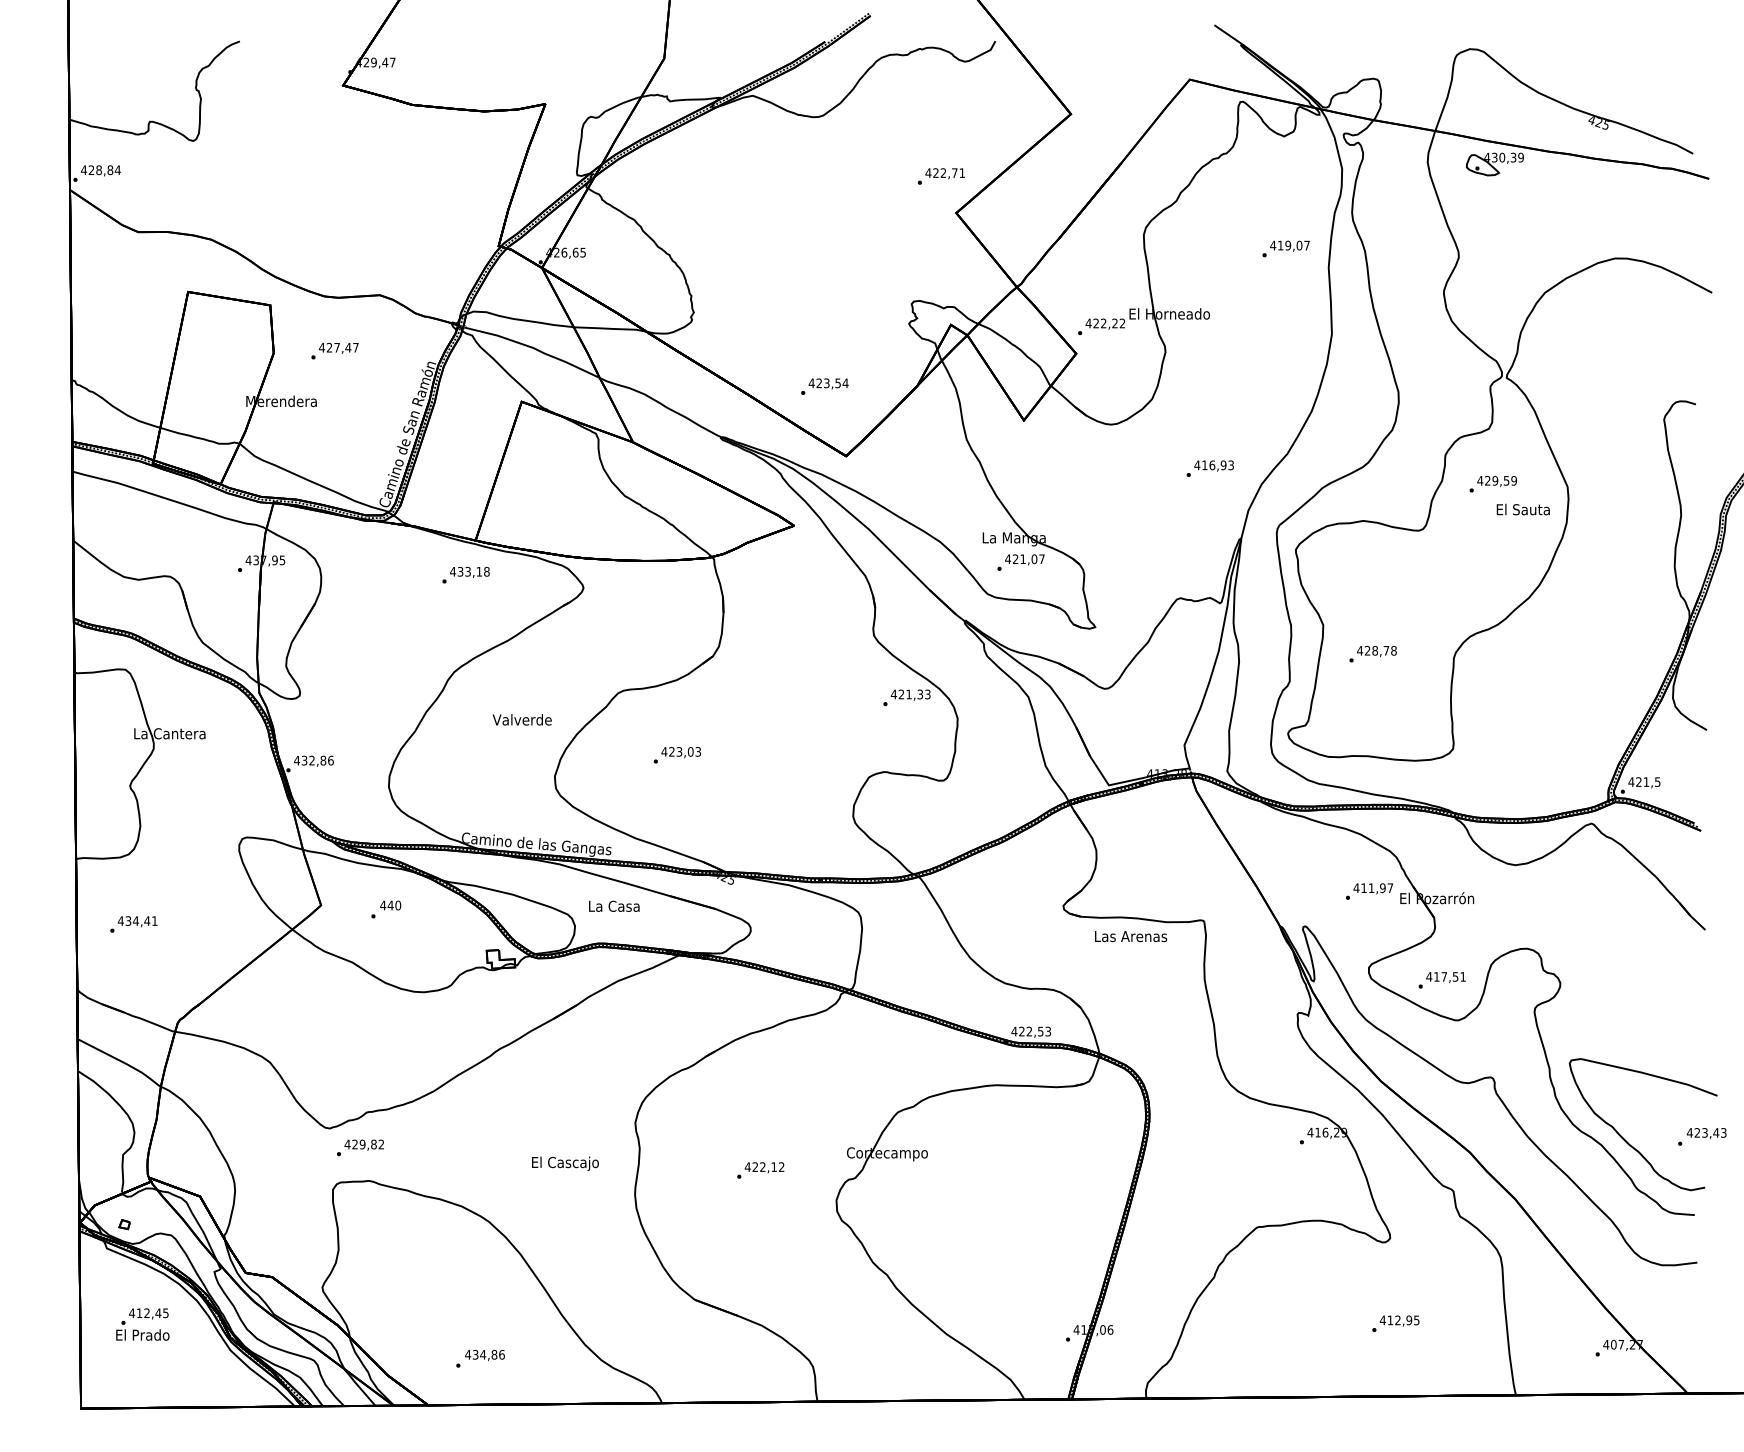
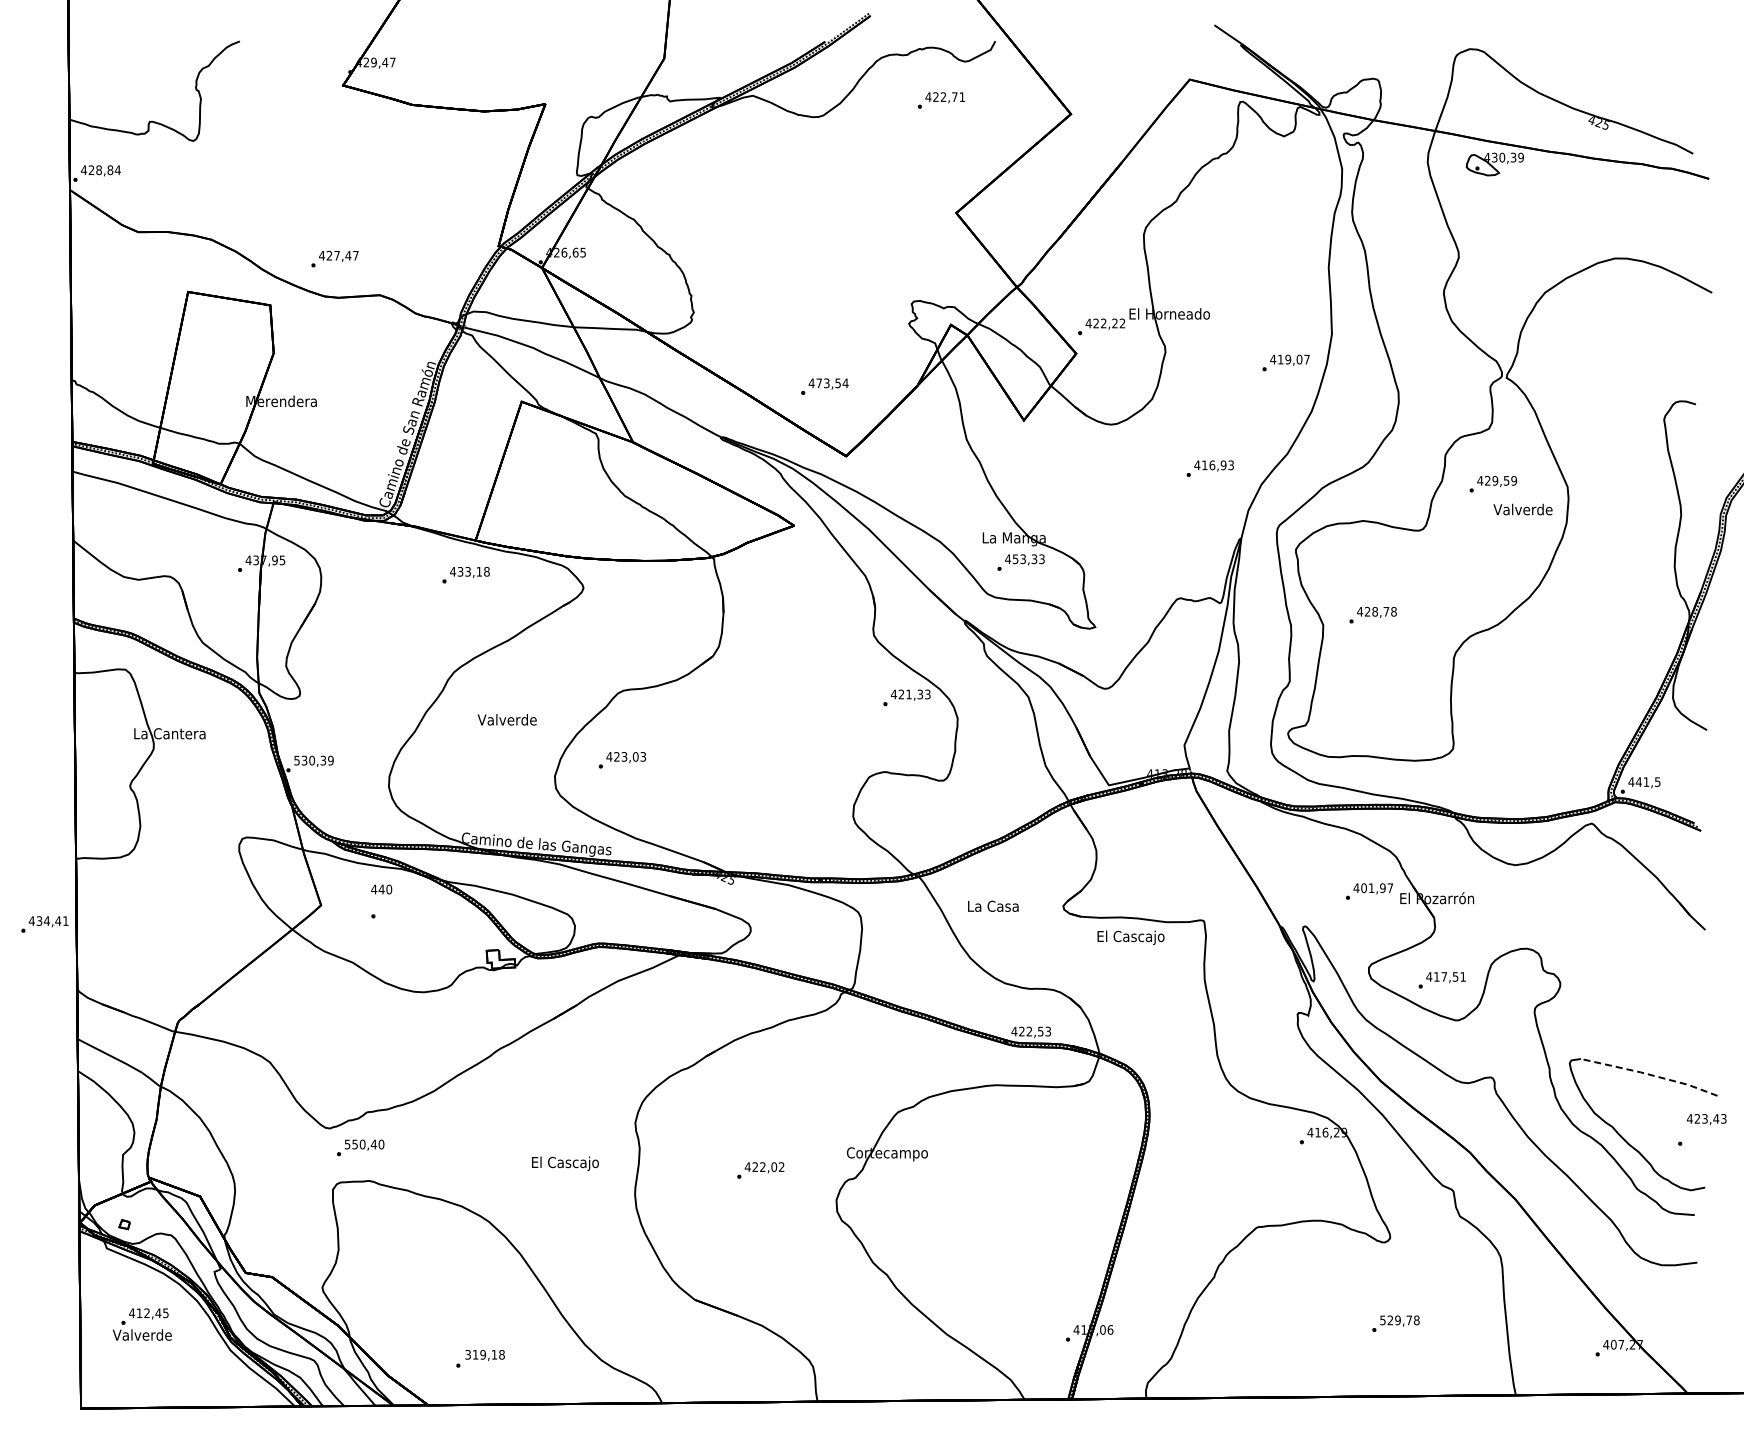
text at (941, 176) position: (941, 176) -> (941, 100)
text at (1285, 248) position: (1285, 248) -> (1285, 362)
text at (334, 350) position: (334, 350) -> (334, 258)
text at (818, 383): 423,54 -> 473,54
text at (1522, 509): El Sauta -> Valverde
text at (1028, 559): 421,07 -> 453,33
text at (1372, 654) position: (1372, 654) -> (1372, 615)
text at (521, 719) position: (521, 719) -> (506, 719)
text at (676, 755) position: (676, 755) -> (621, 760)
text at (313, 760): 432,86 -> 530,39
text at (1638, 781): 421,5 -> 441,5
text at (1363, 888): 411,97 -> 401,97
text at (390, 905) position: (390, 905) -> (381, 889)
text at (614, 905) position: (614, 905) -> (993, 905)
text at (133, 924) position: (133, 924) -> (44, 924)
text at (1131, 937): Las Arenas -> El Cascajo
line at (1650, 1074): solid -> dashed
text at (1706, 1133) position: (1706, 1133) -> (1706, 1119)
text at (364, 1144): 429,82 -> 550,40
text at (774, 1166): 422,12 -> 422,02
text at (1399, 1320): 412,95 -> 529,78
text at (142, 1334): El Prado -> Valverde
text at (484, 1354): 434,86 -> 319,18
